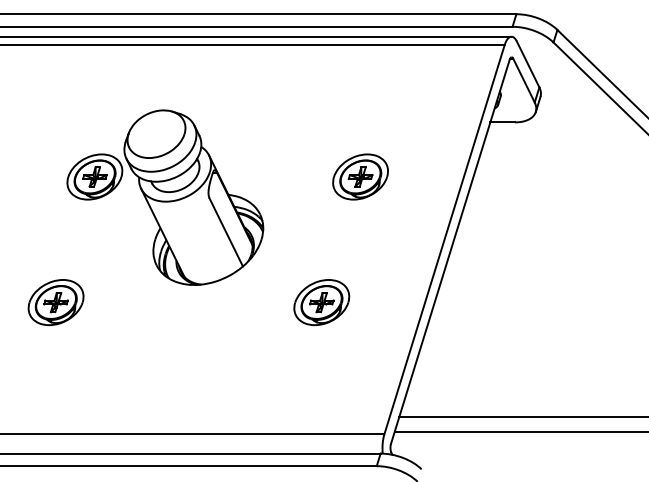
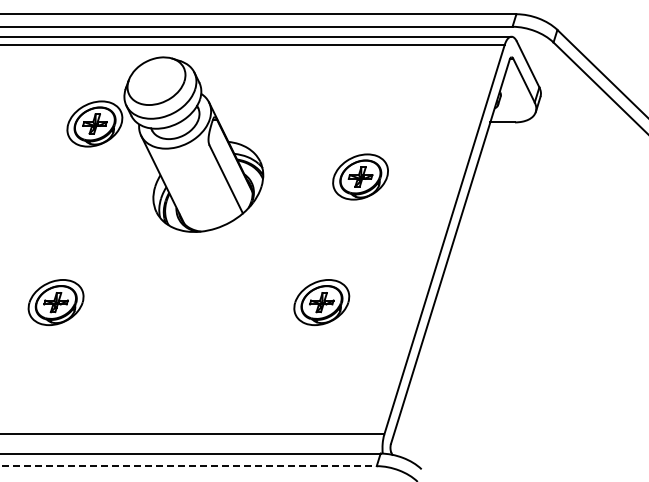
part at (165, 197) position: (165, 197) -> (165, 144)
line at (522, 416): present -> none
line at (519, 431): present -> none
line at (188, 466): solid -> dashed
